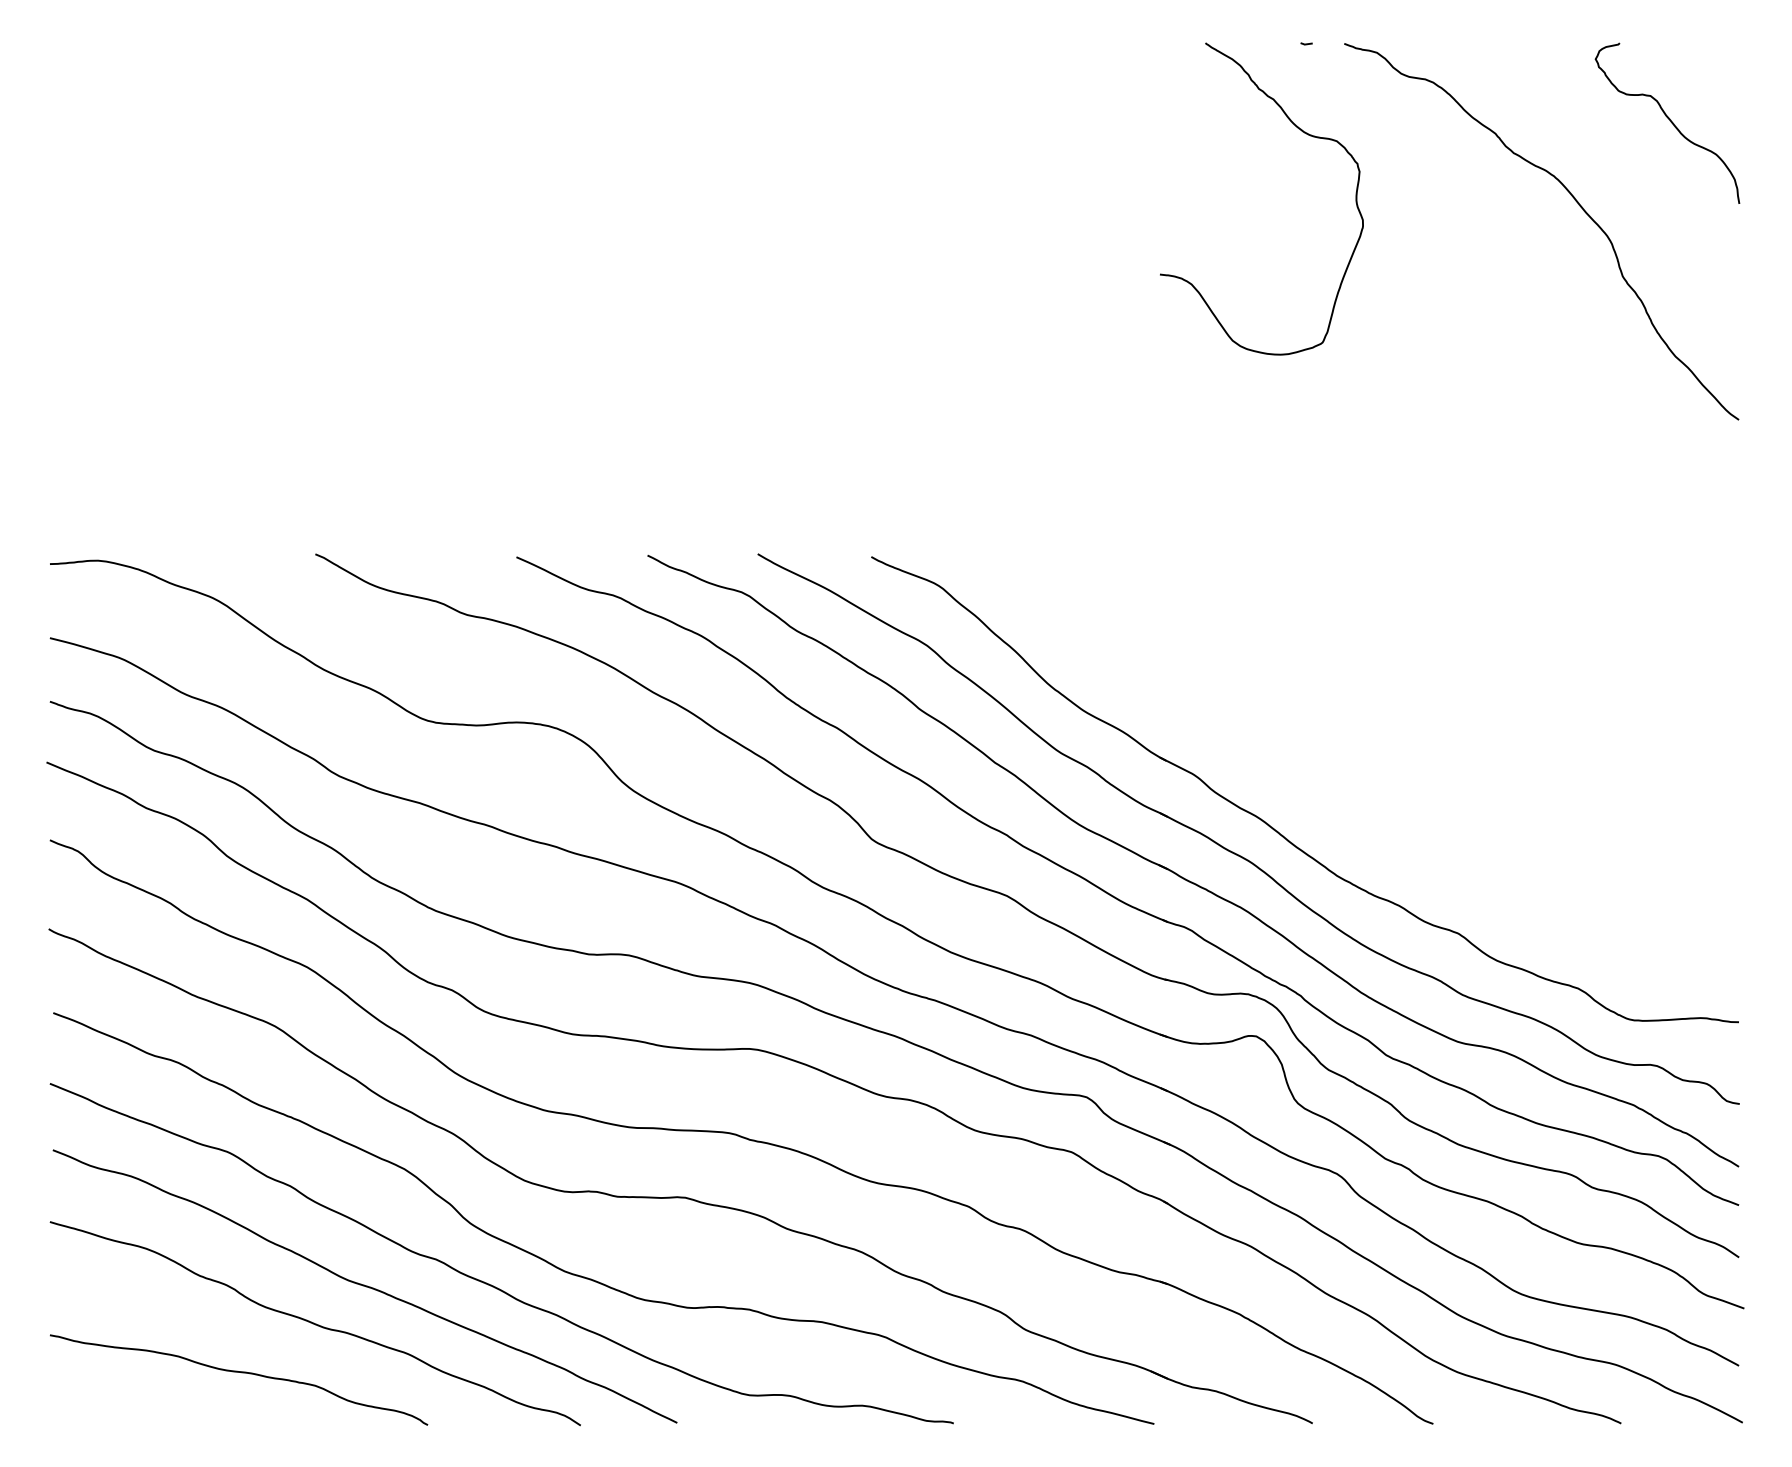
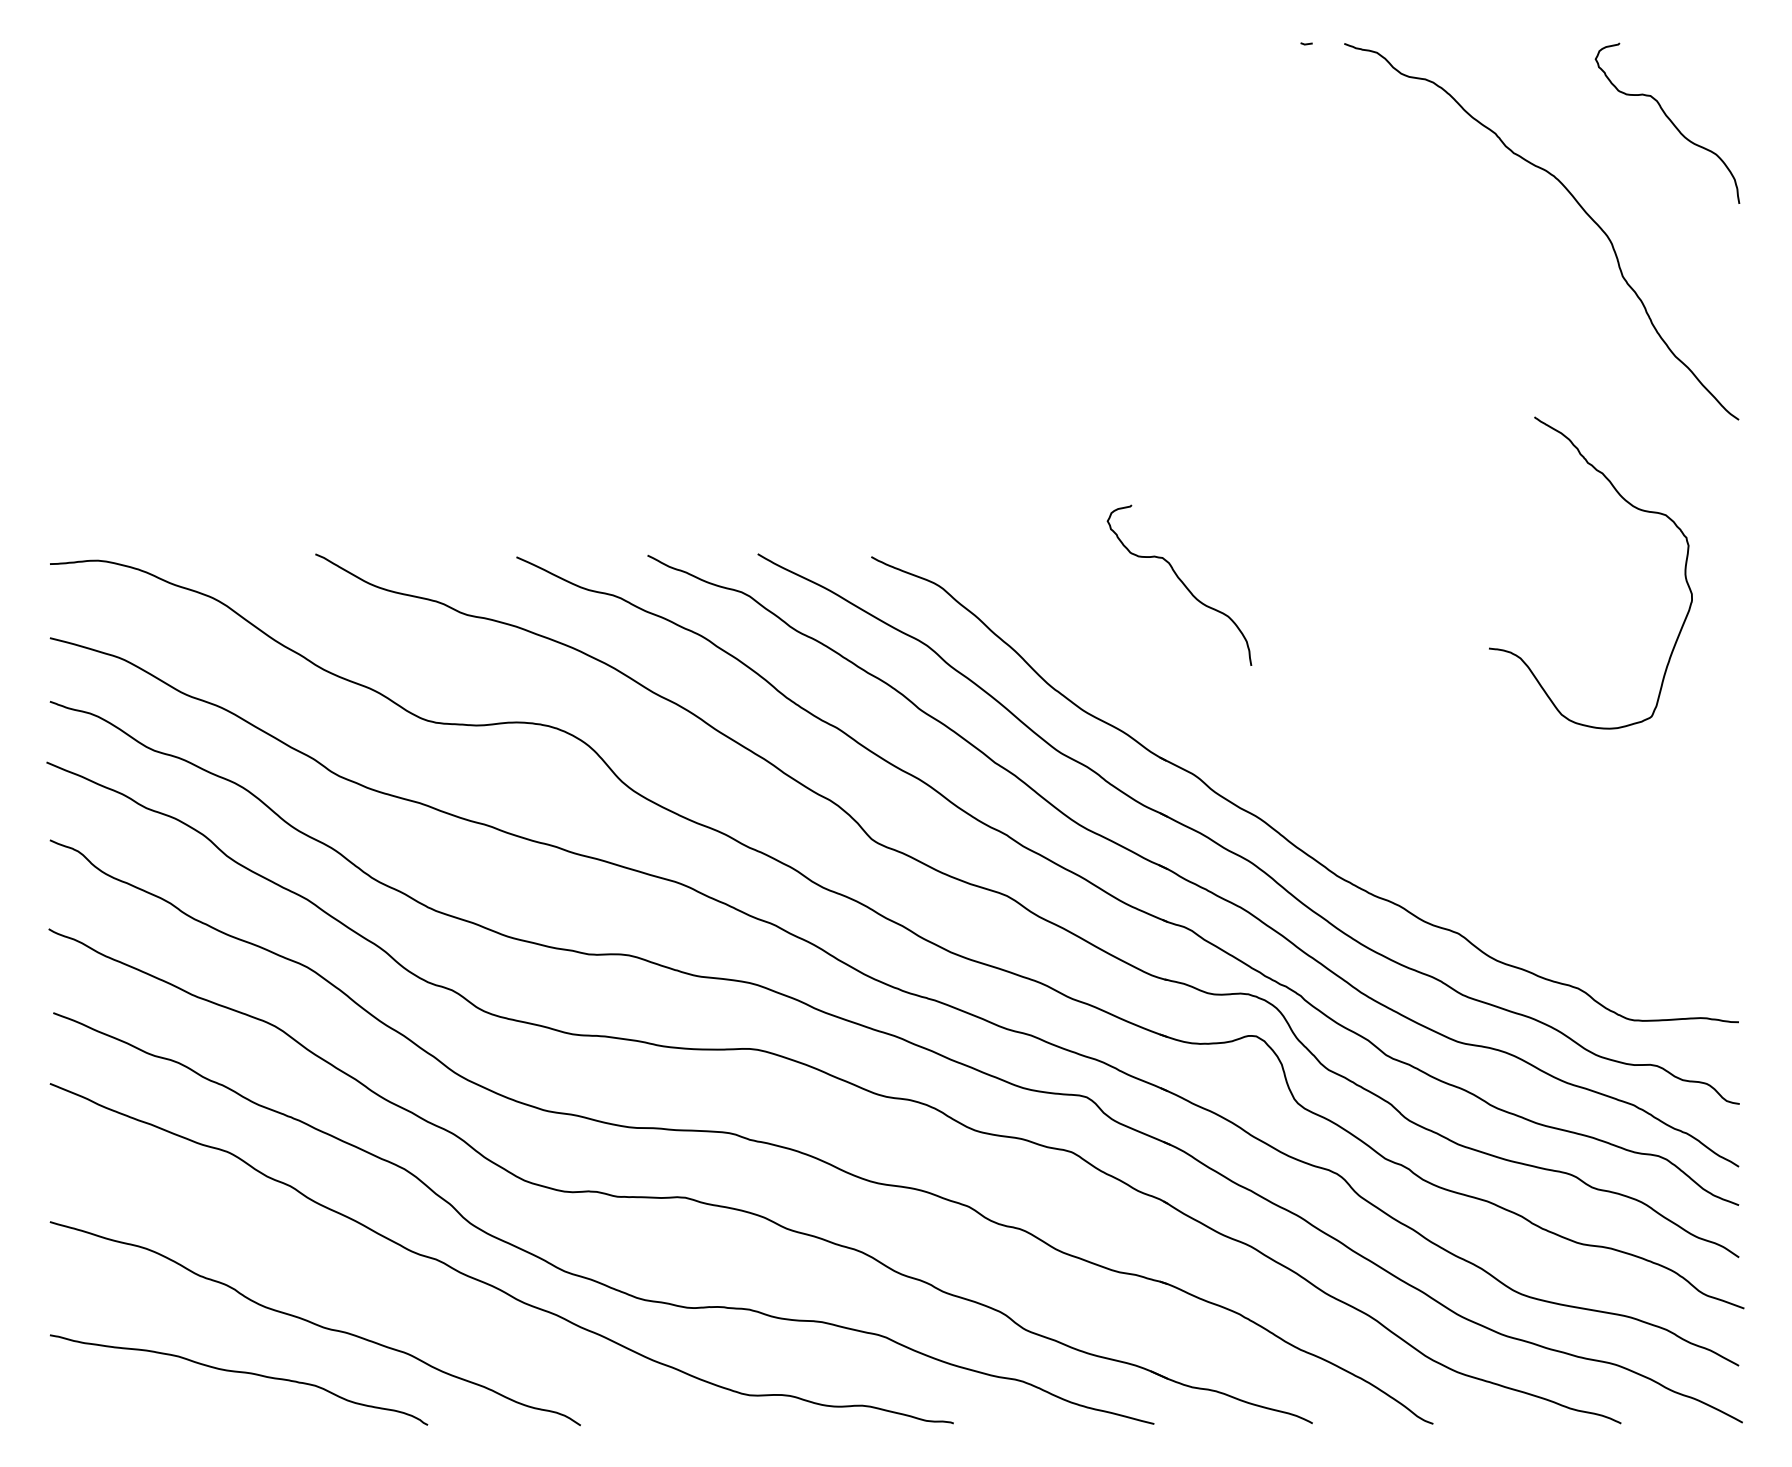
curve at (1302, 132) position: (1302, 132) -> (1631, 506)
curve at (1181, 582): none -> present
curve at (364, 1286): present -> none
